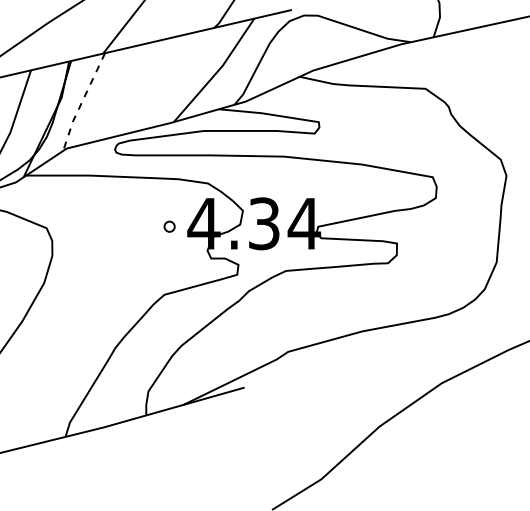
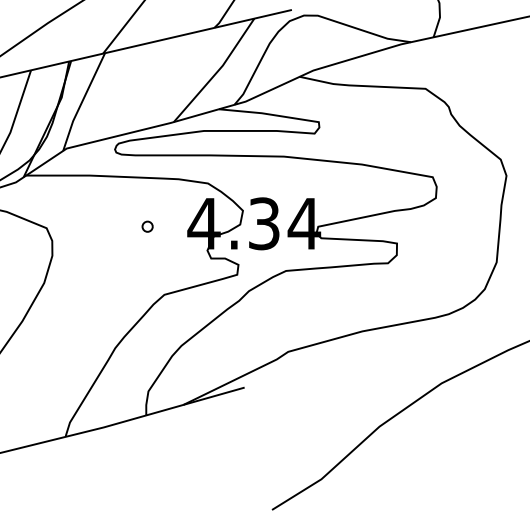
line at (81, 102): dashed -> solid
part at (169, 226) position: (169, 226) -> (147, 226)
